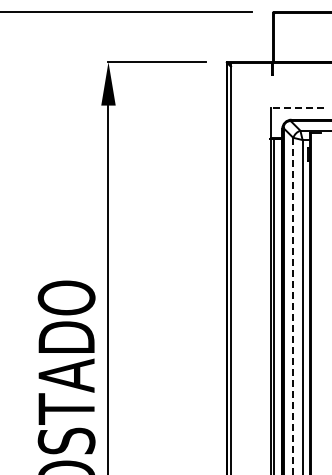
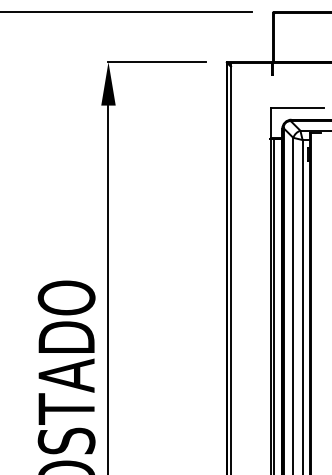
line at (297, 108): dashed -> solid
line at (293, 306): dashed -> solid
